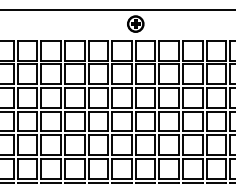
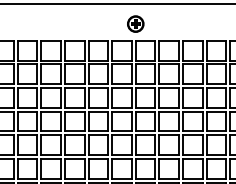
line at (117, 10) position: (117, 10) -> (117, 4)
